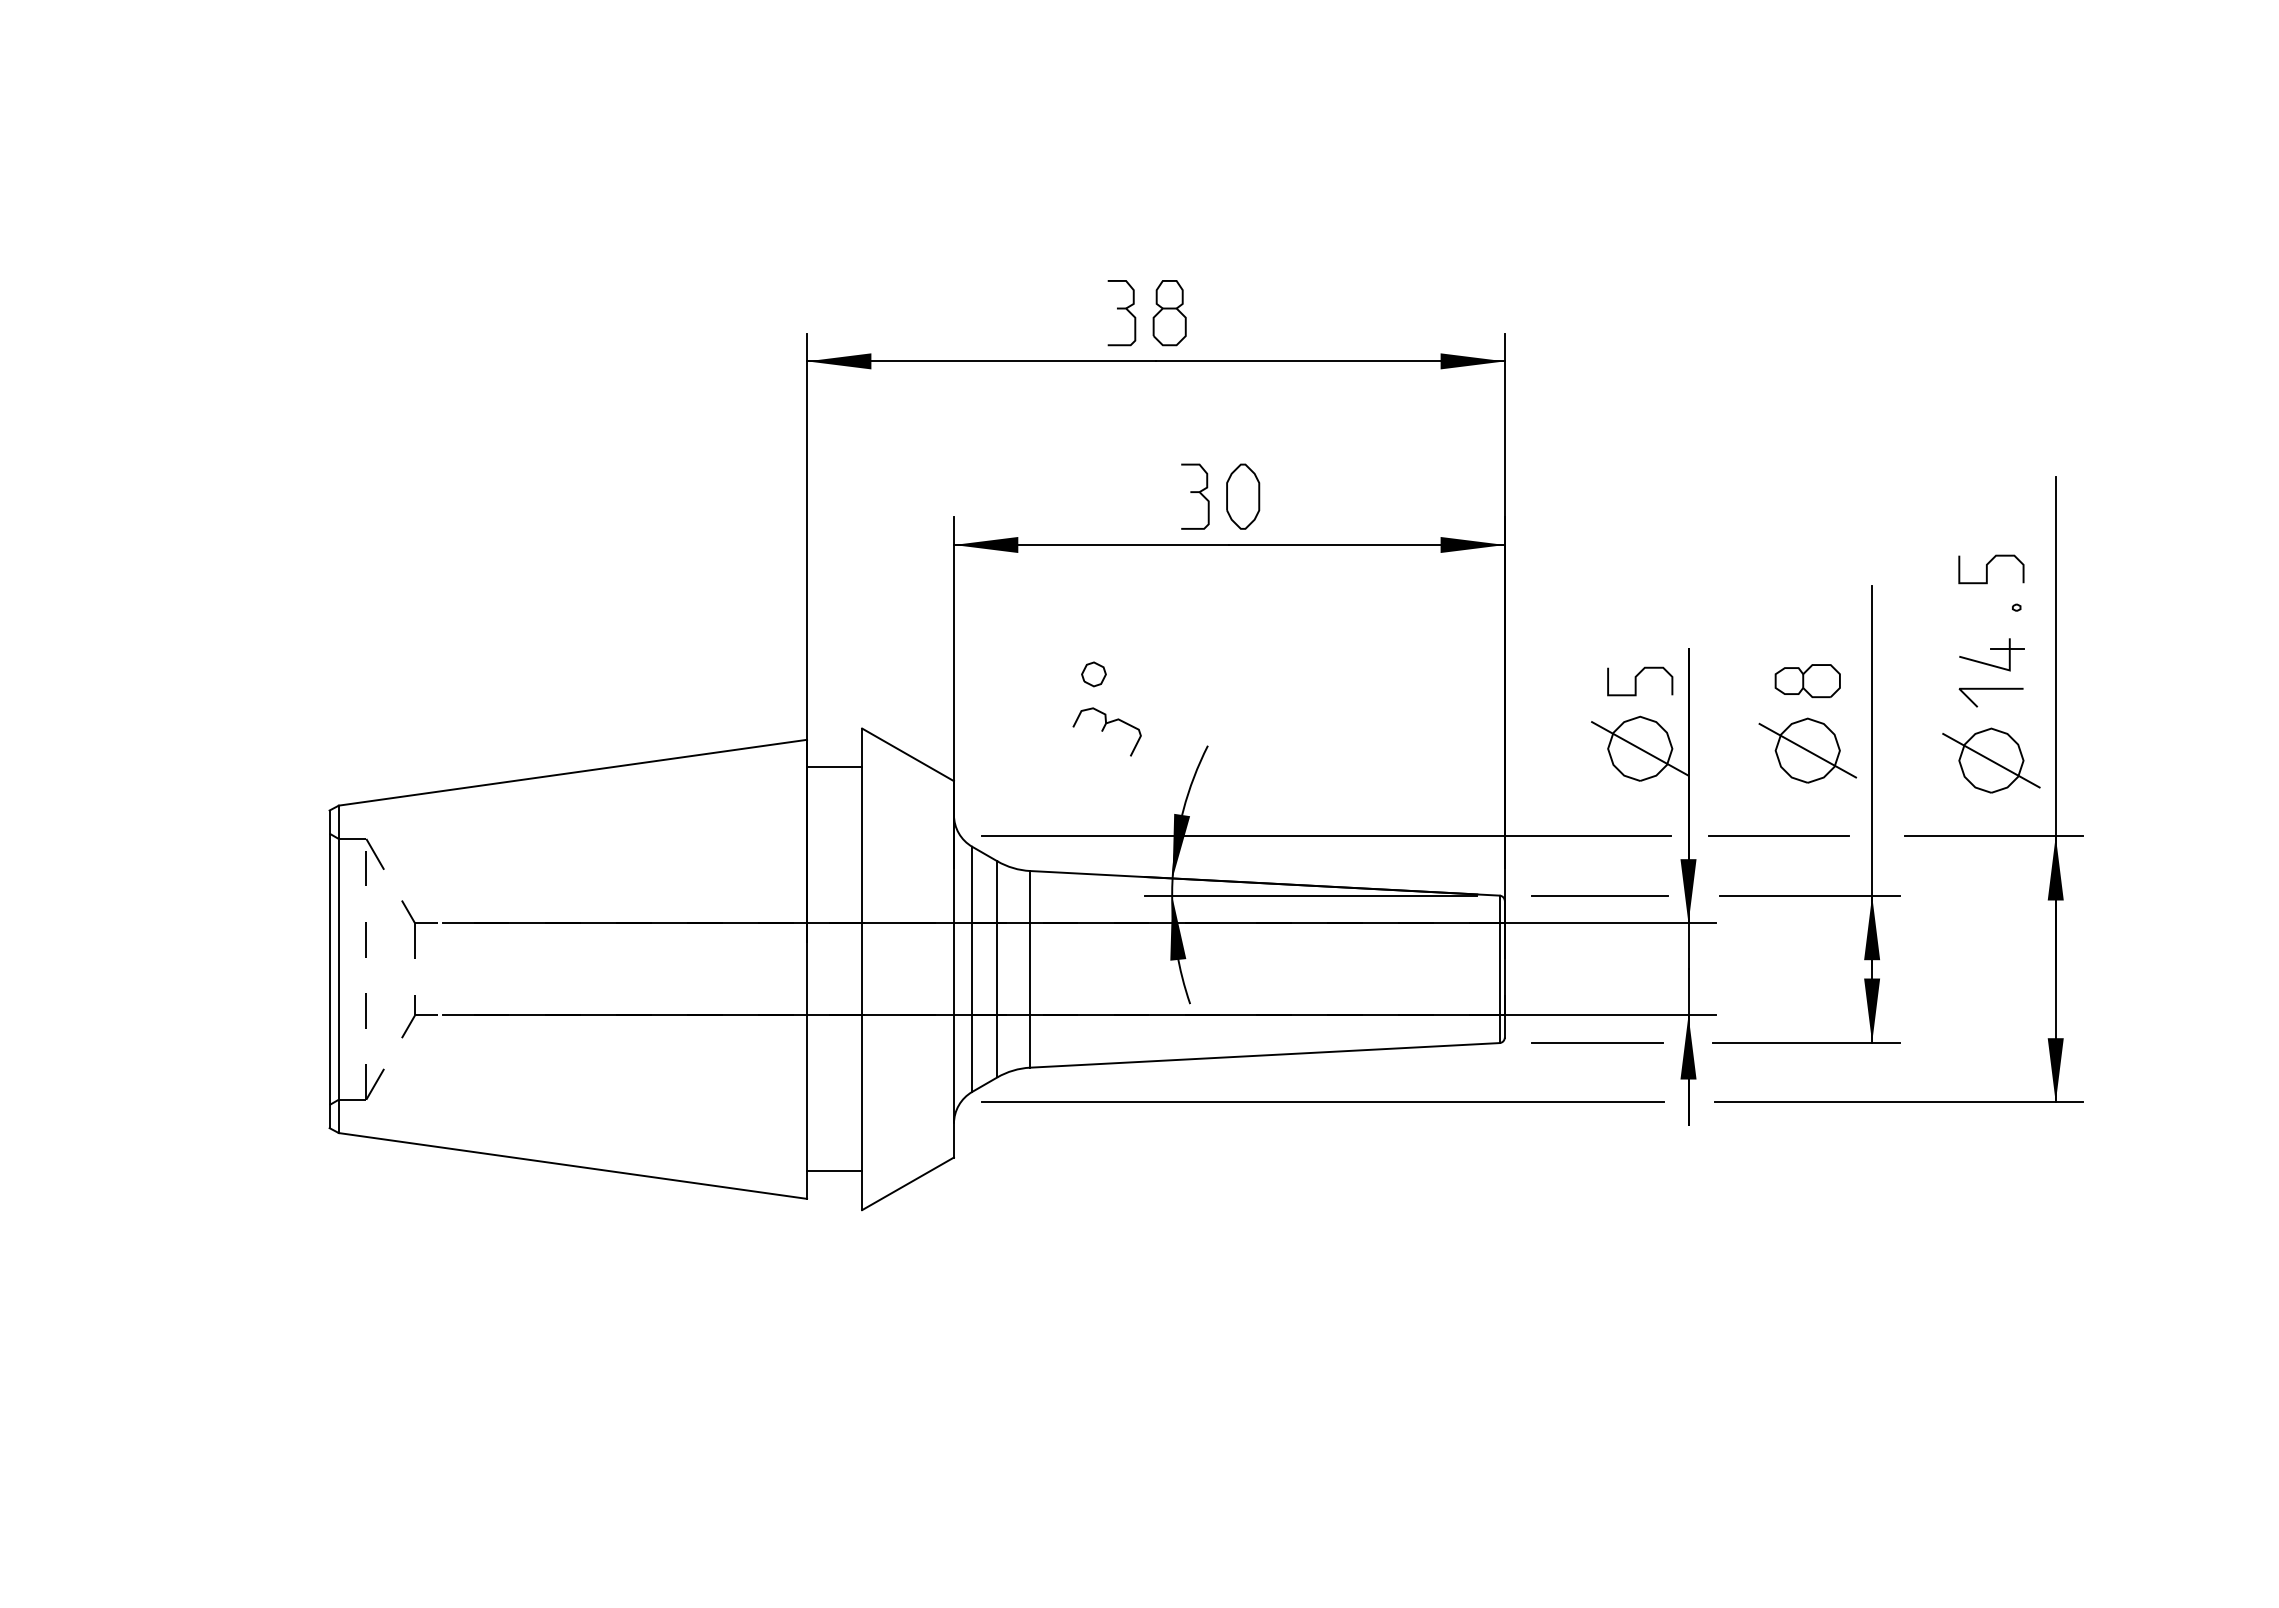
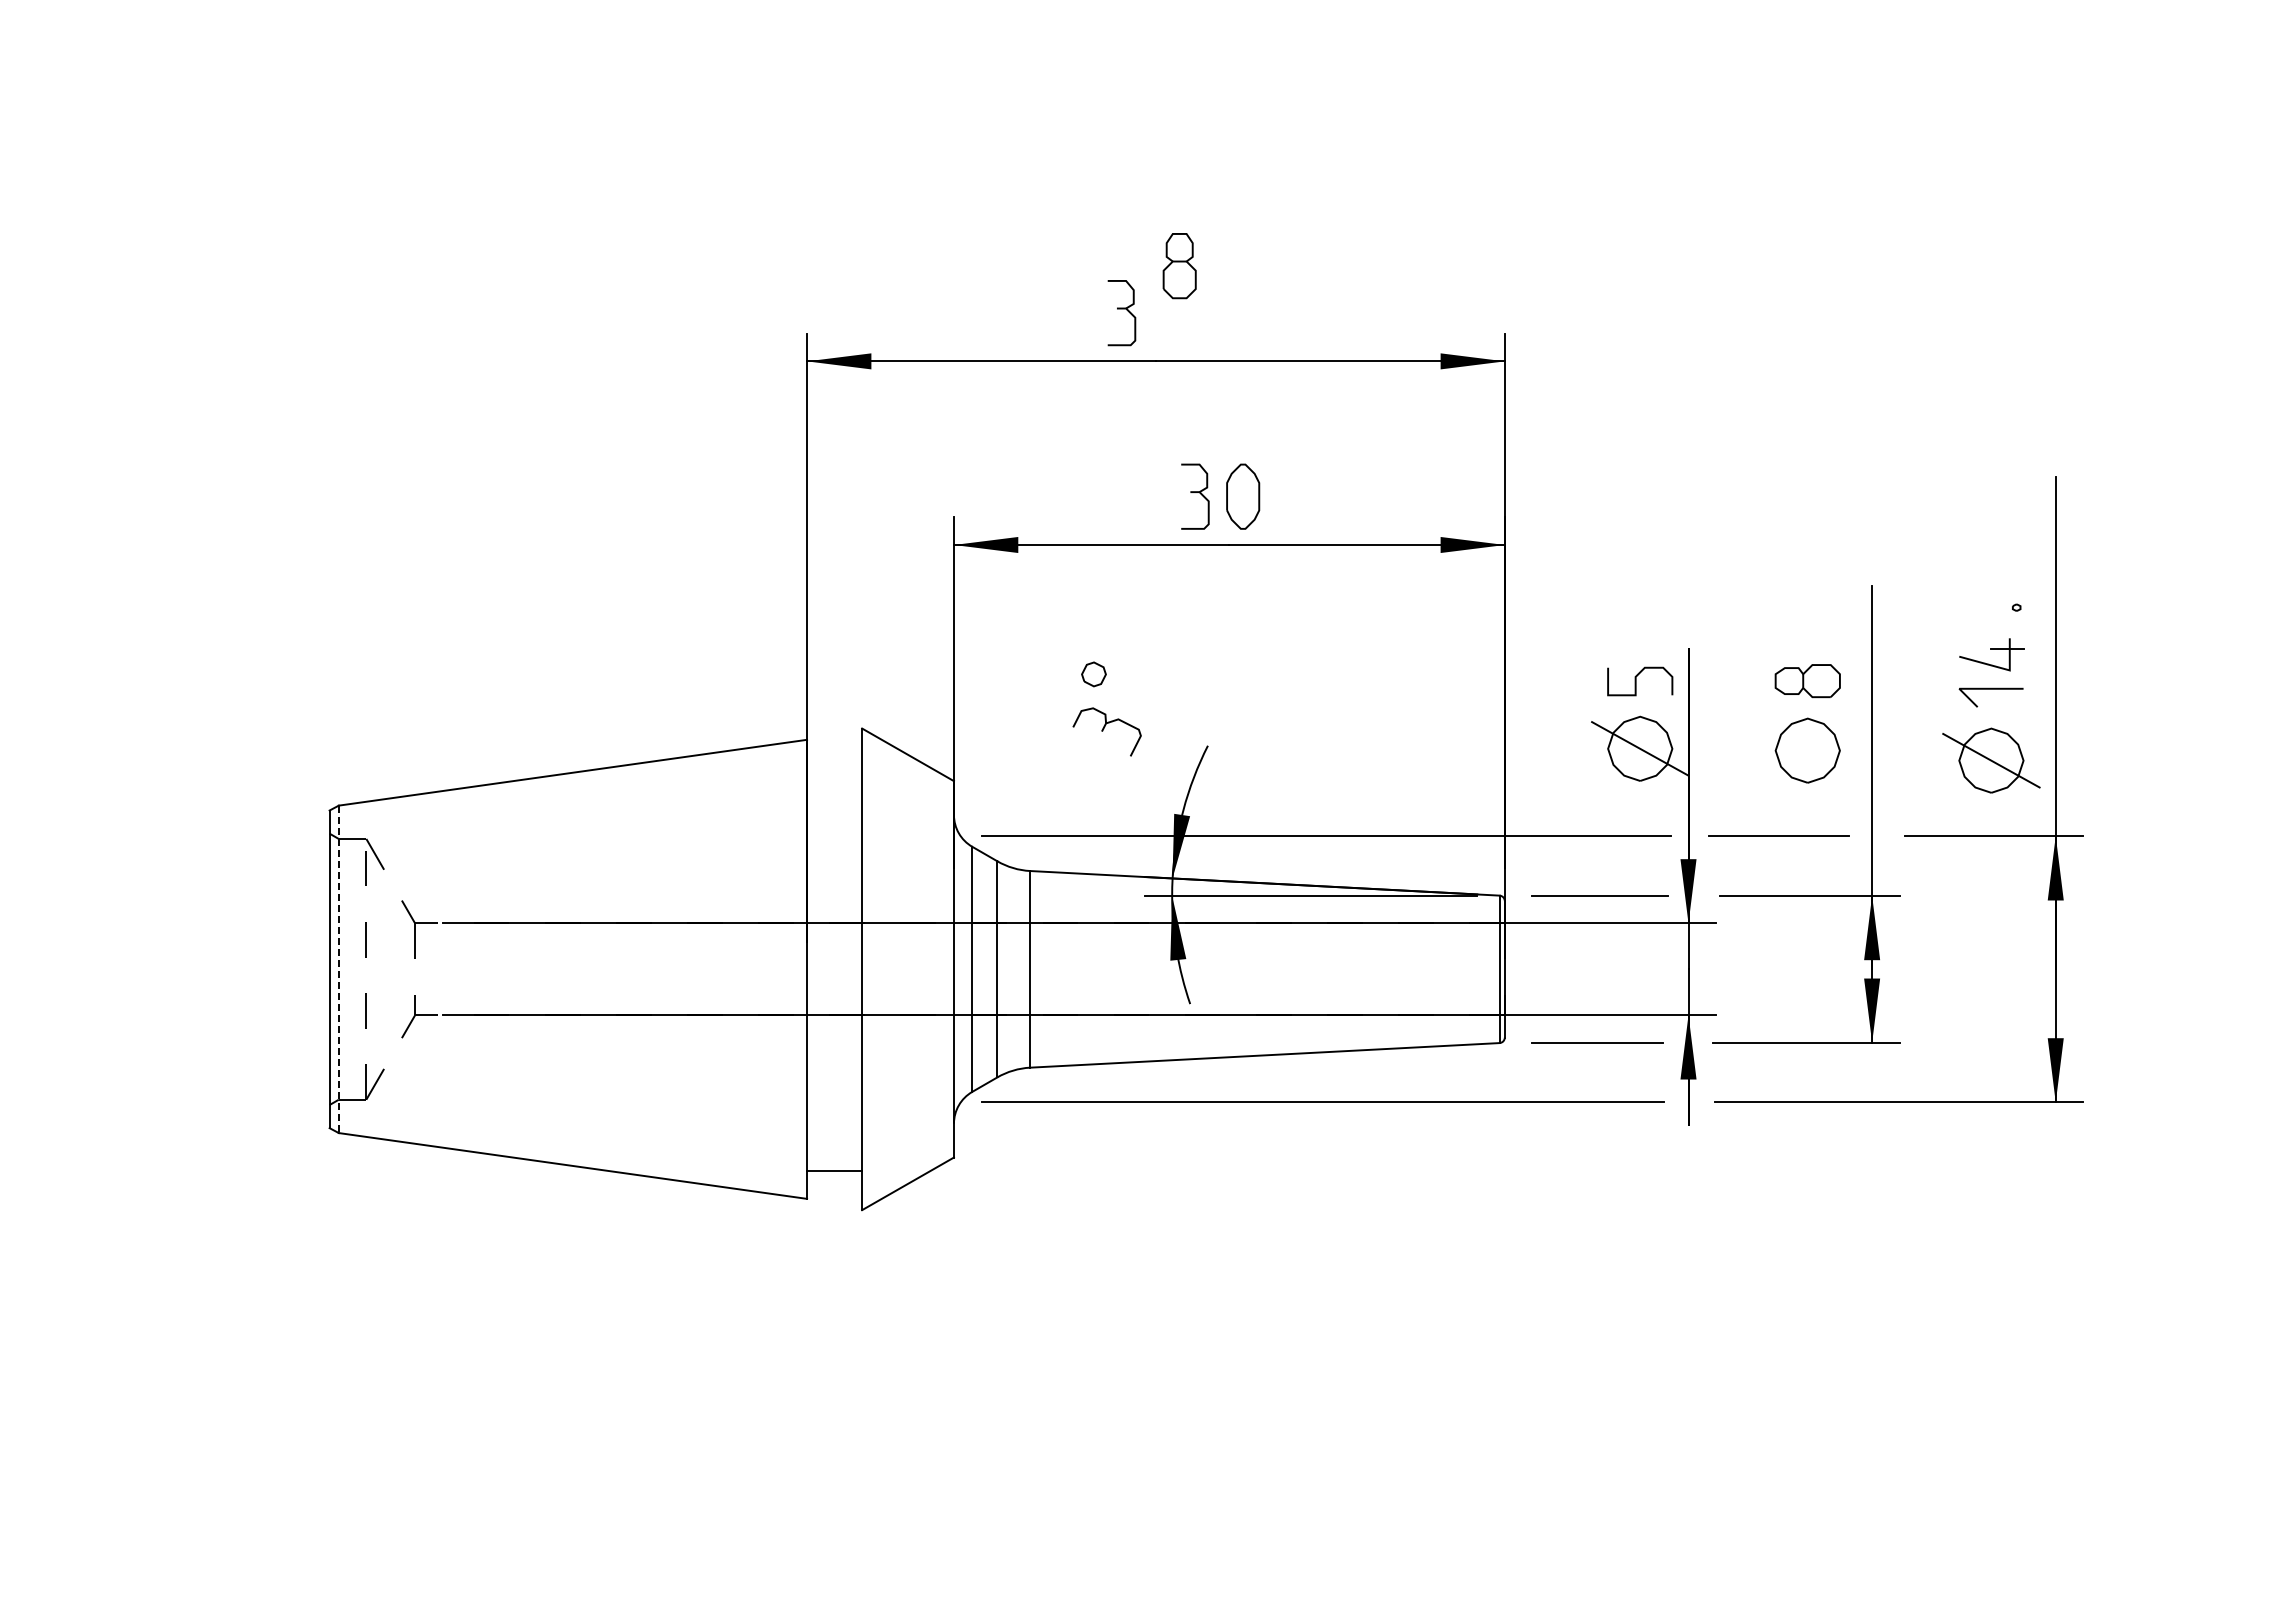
part at (1169, 313) position: (1169, 313) -> (1179, 266)
curve at (1987, 569): present -> none
line at (1807, 750): present -> none
line at (834, 767): present -> none
line at (338, 969): solid -> dashed
